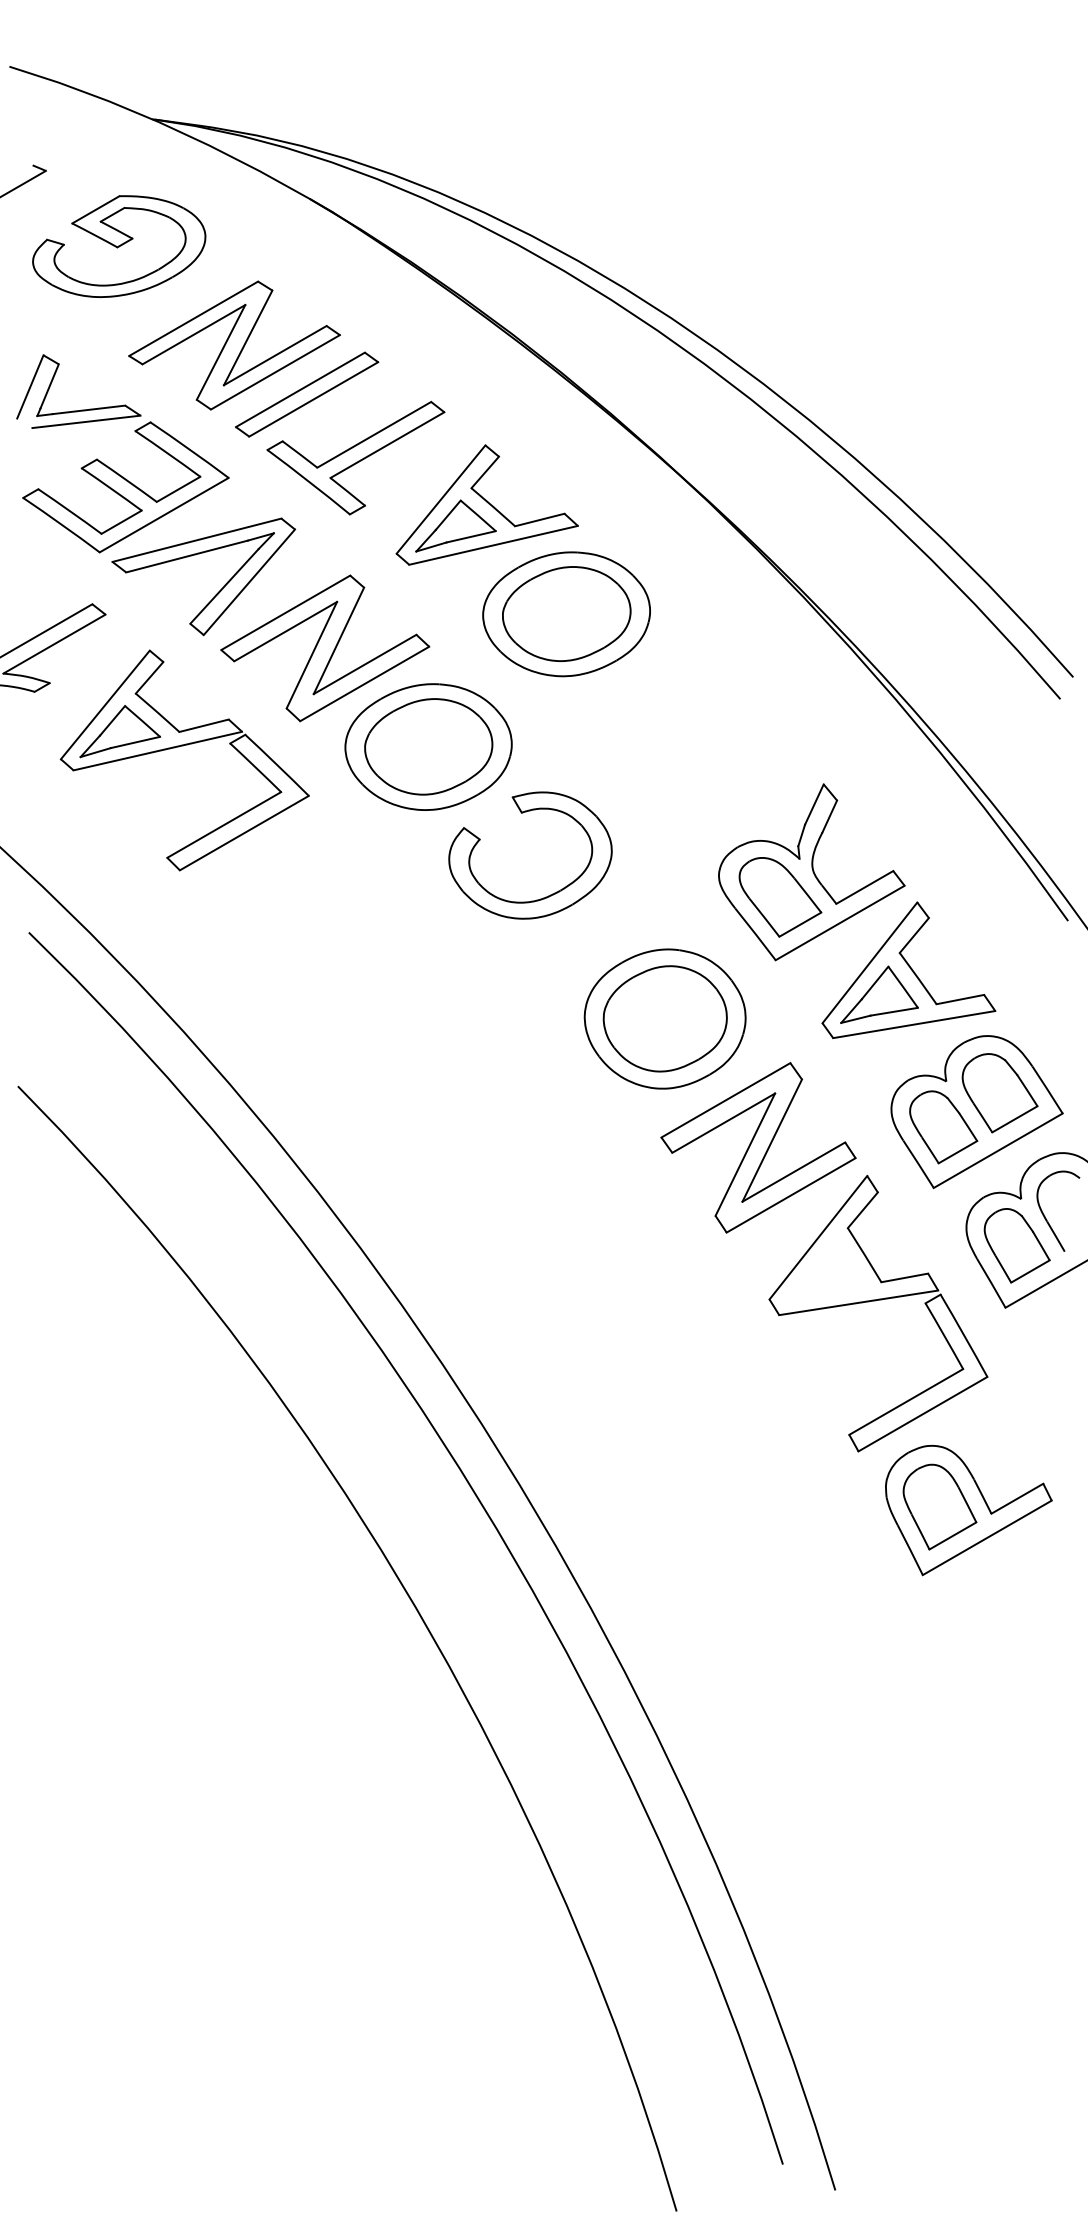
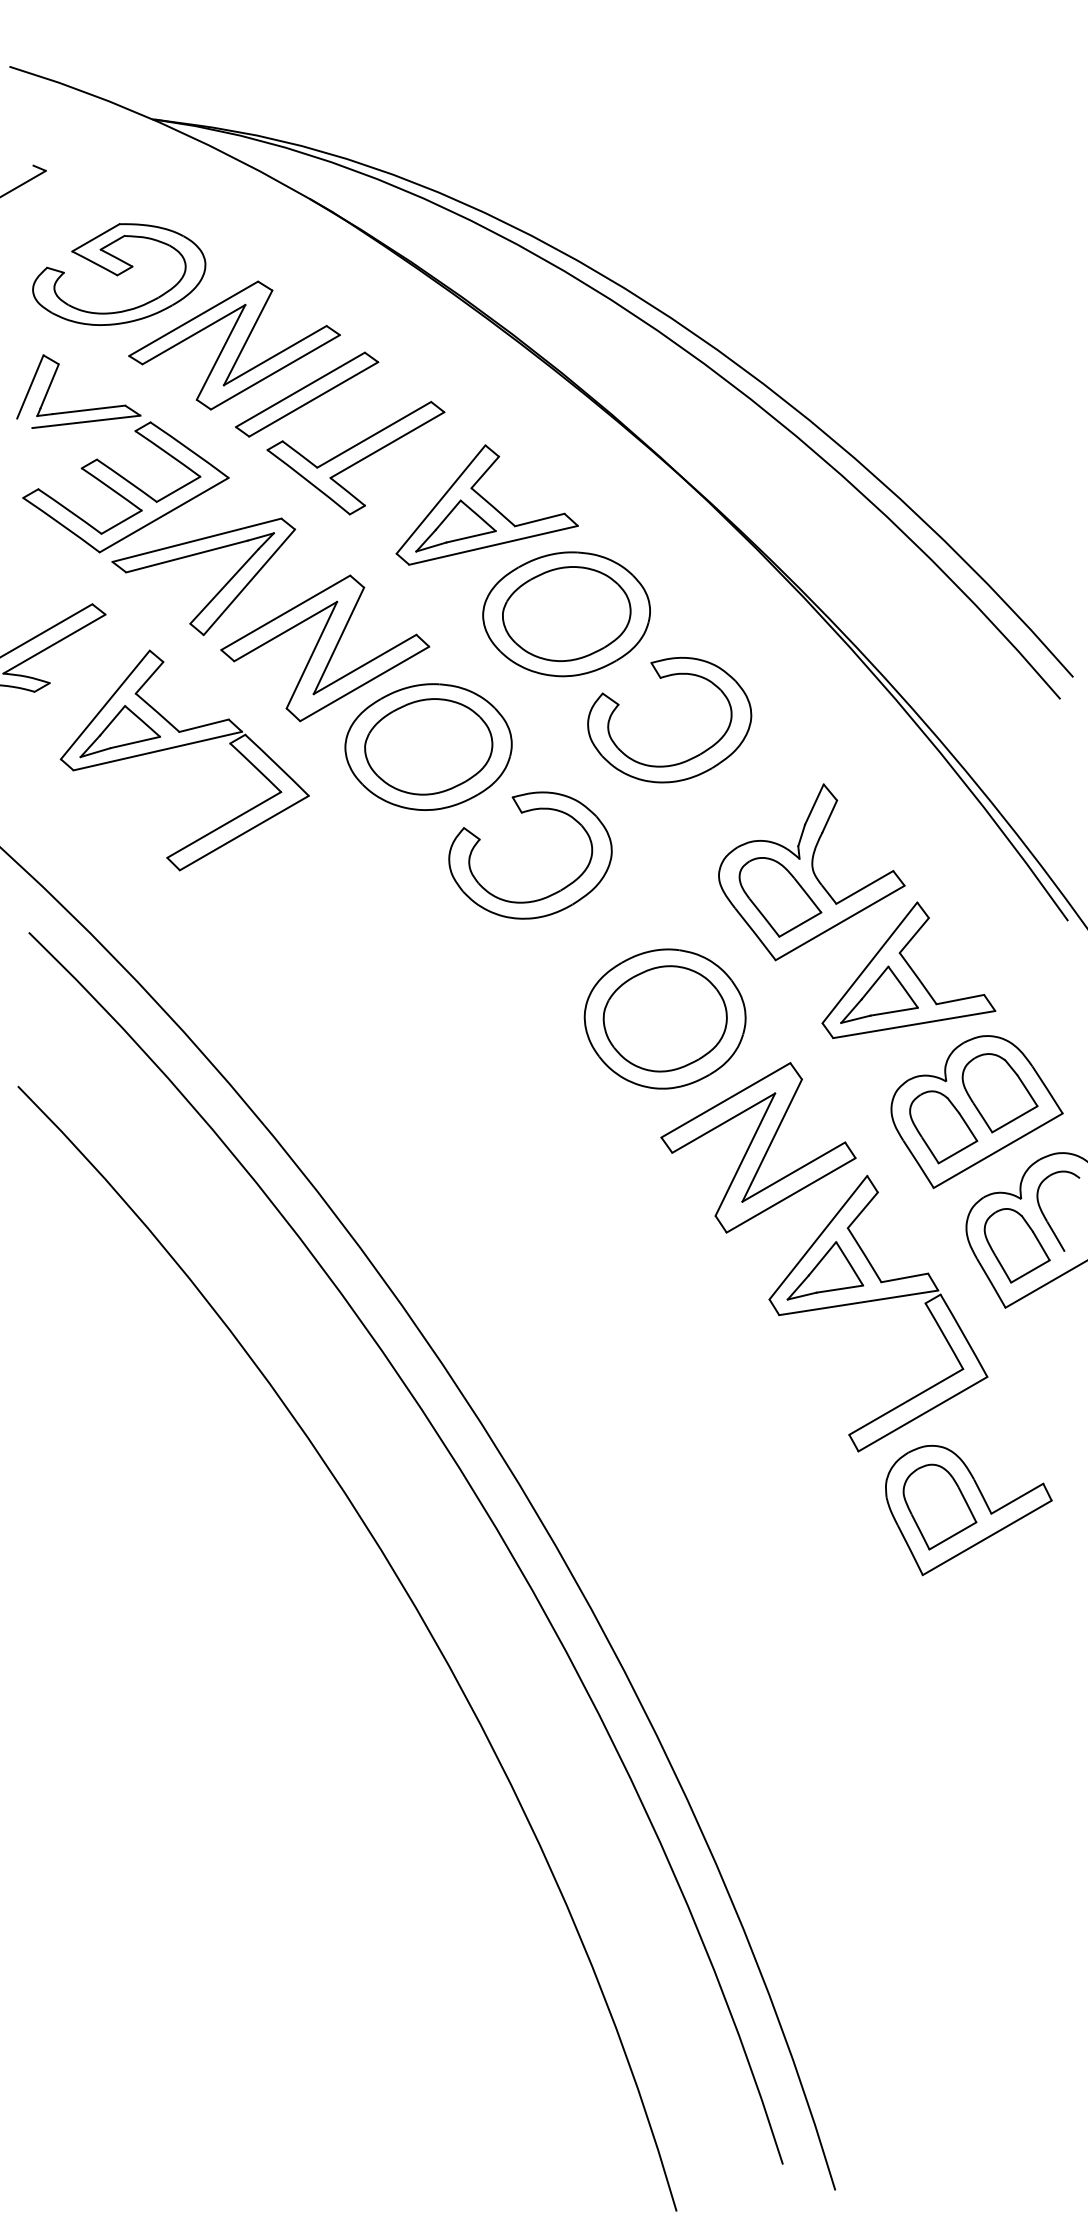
part at (119, 246) position: (119, 246) -> (119, 274)
part at (662, 678): none -> present
part at (824, 1270): none -> present
